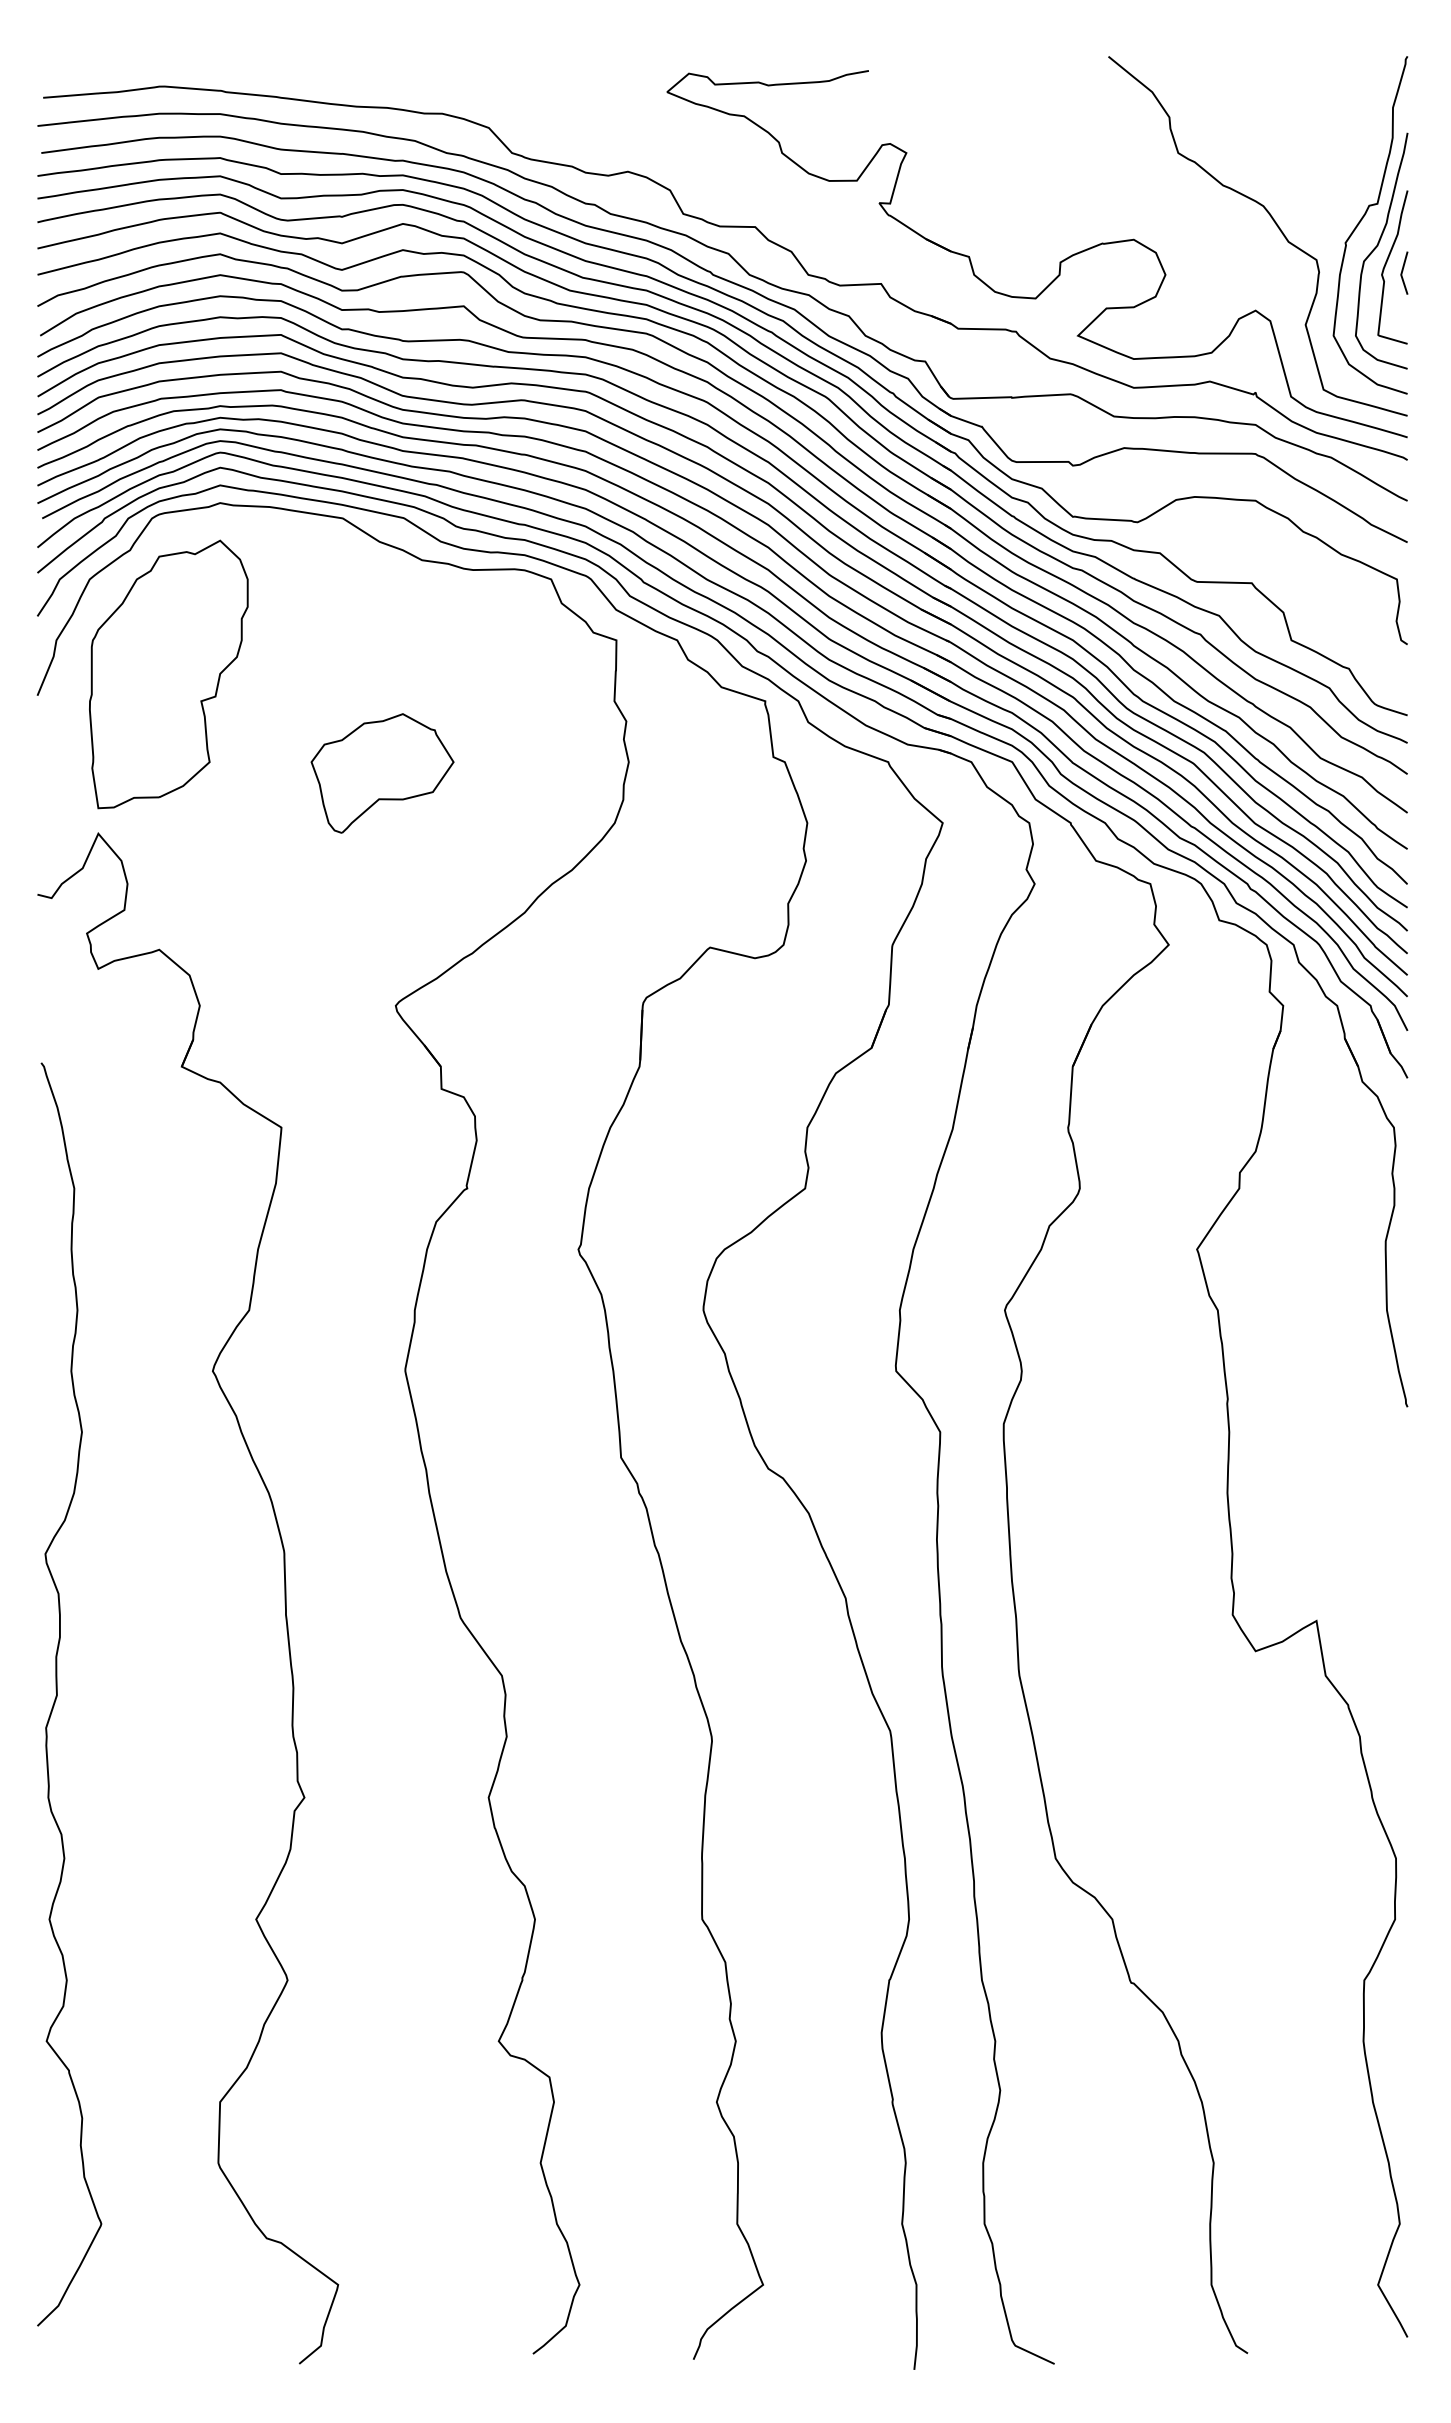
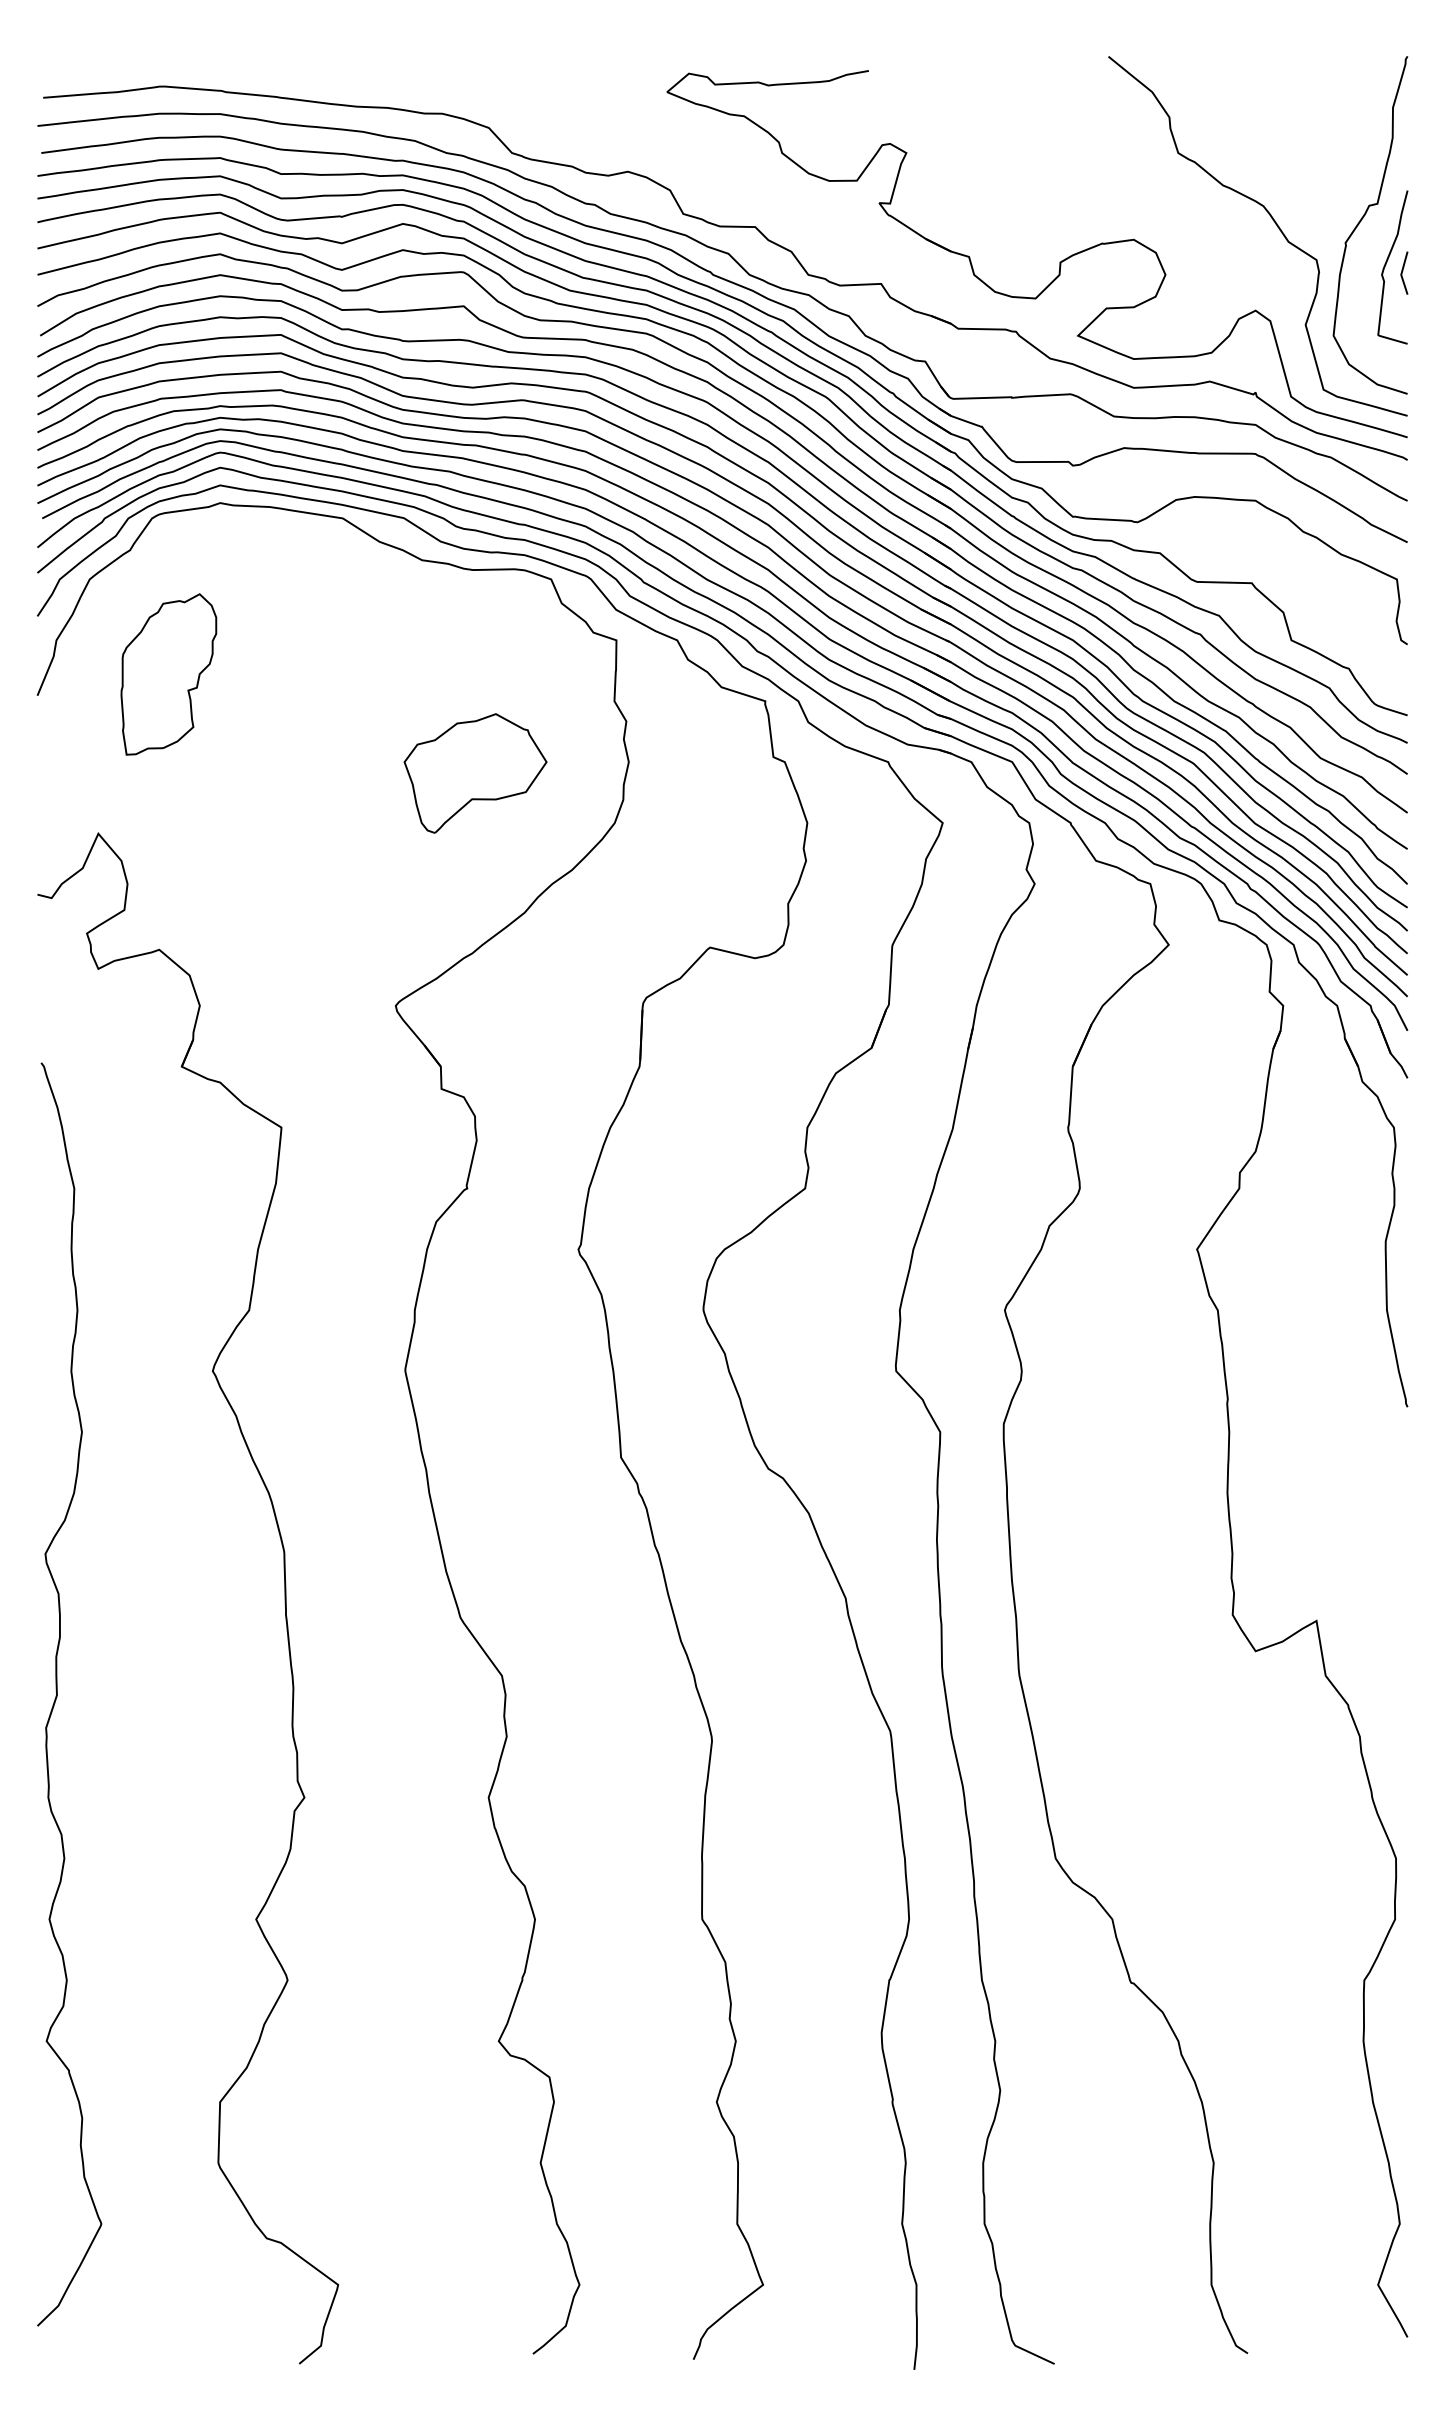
curve at (1377, 247): present -> none
part at (168, 674) size: 160x271 px -> 98x163 px
part at (382, 773) position: (382, 773) -> (475, 773)
